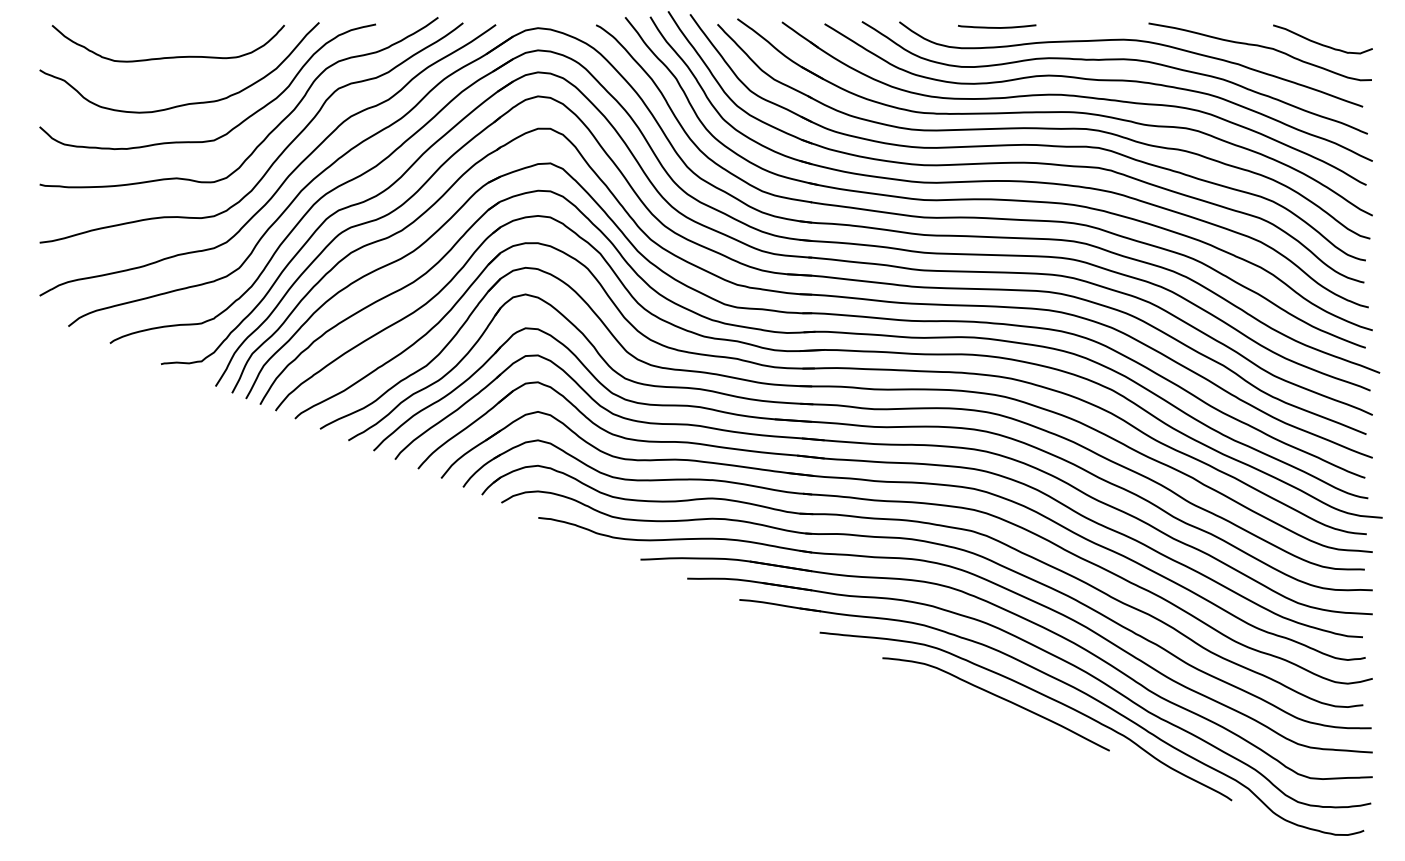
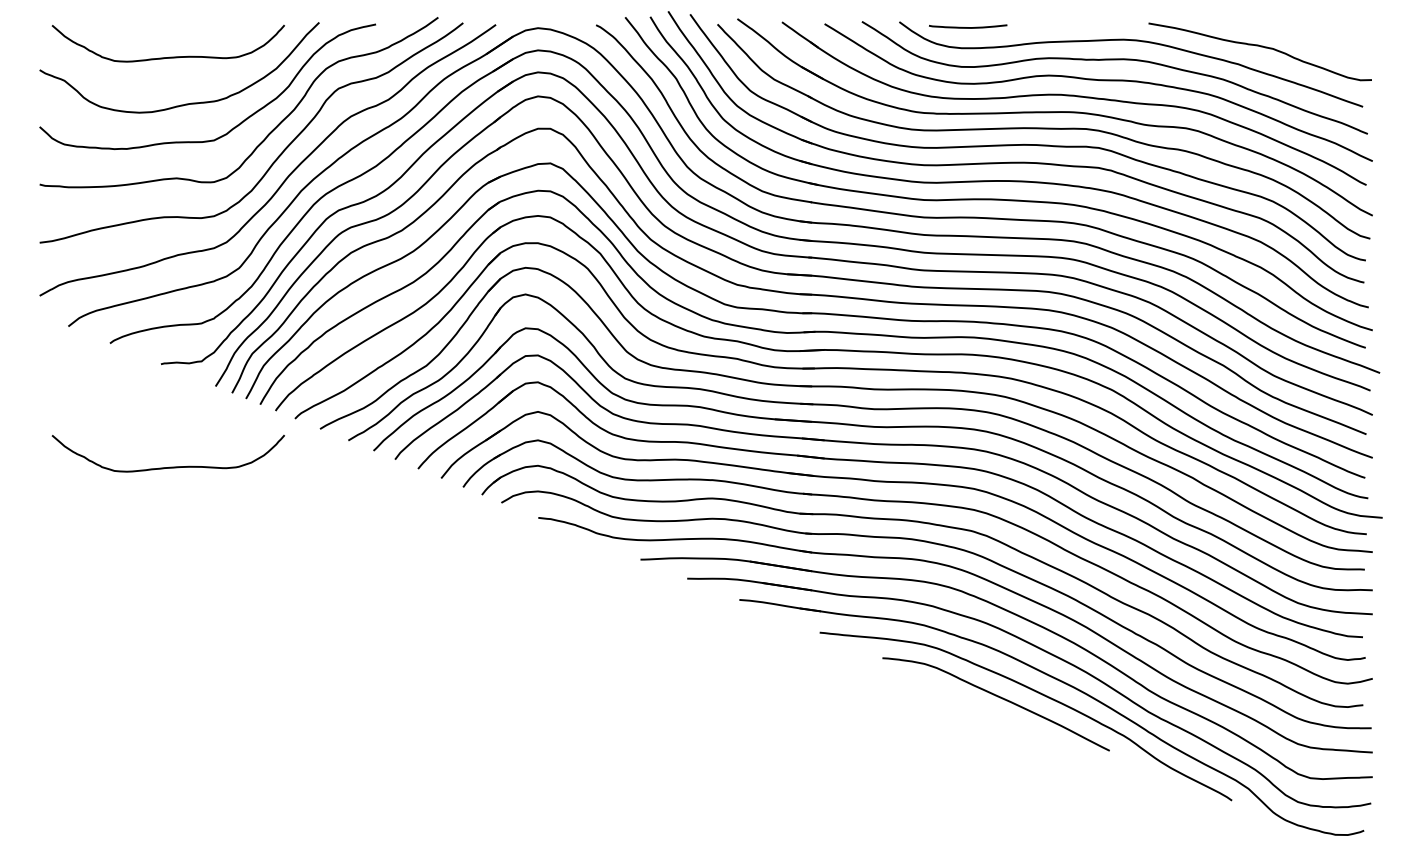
curve at (997, 27) position: (997, 27) -> (968, 27)
curve at (1321, 43): present -> none
curve at (169, 466): none -> present
